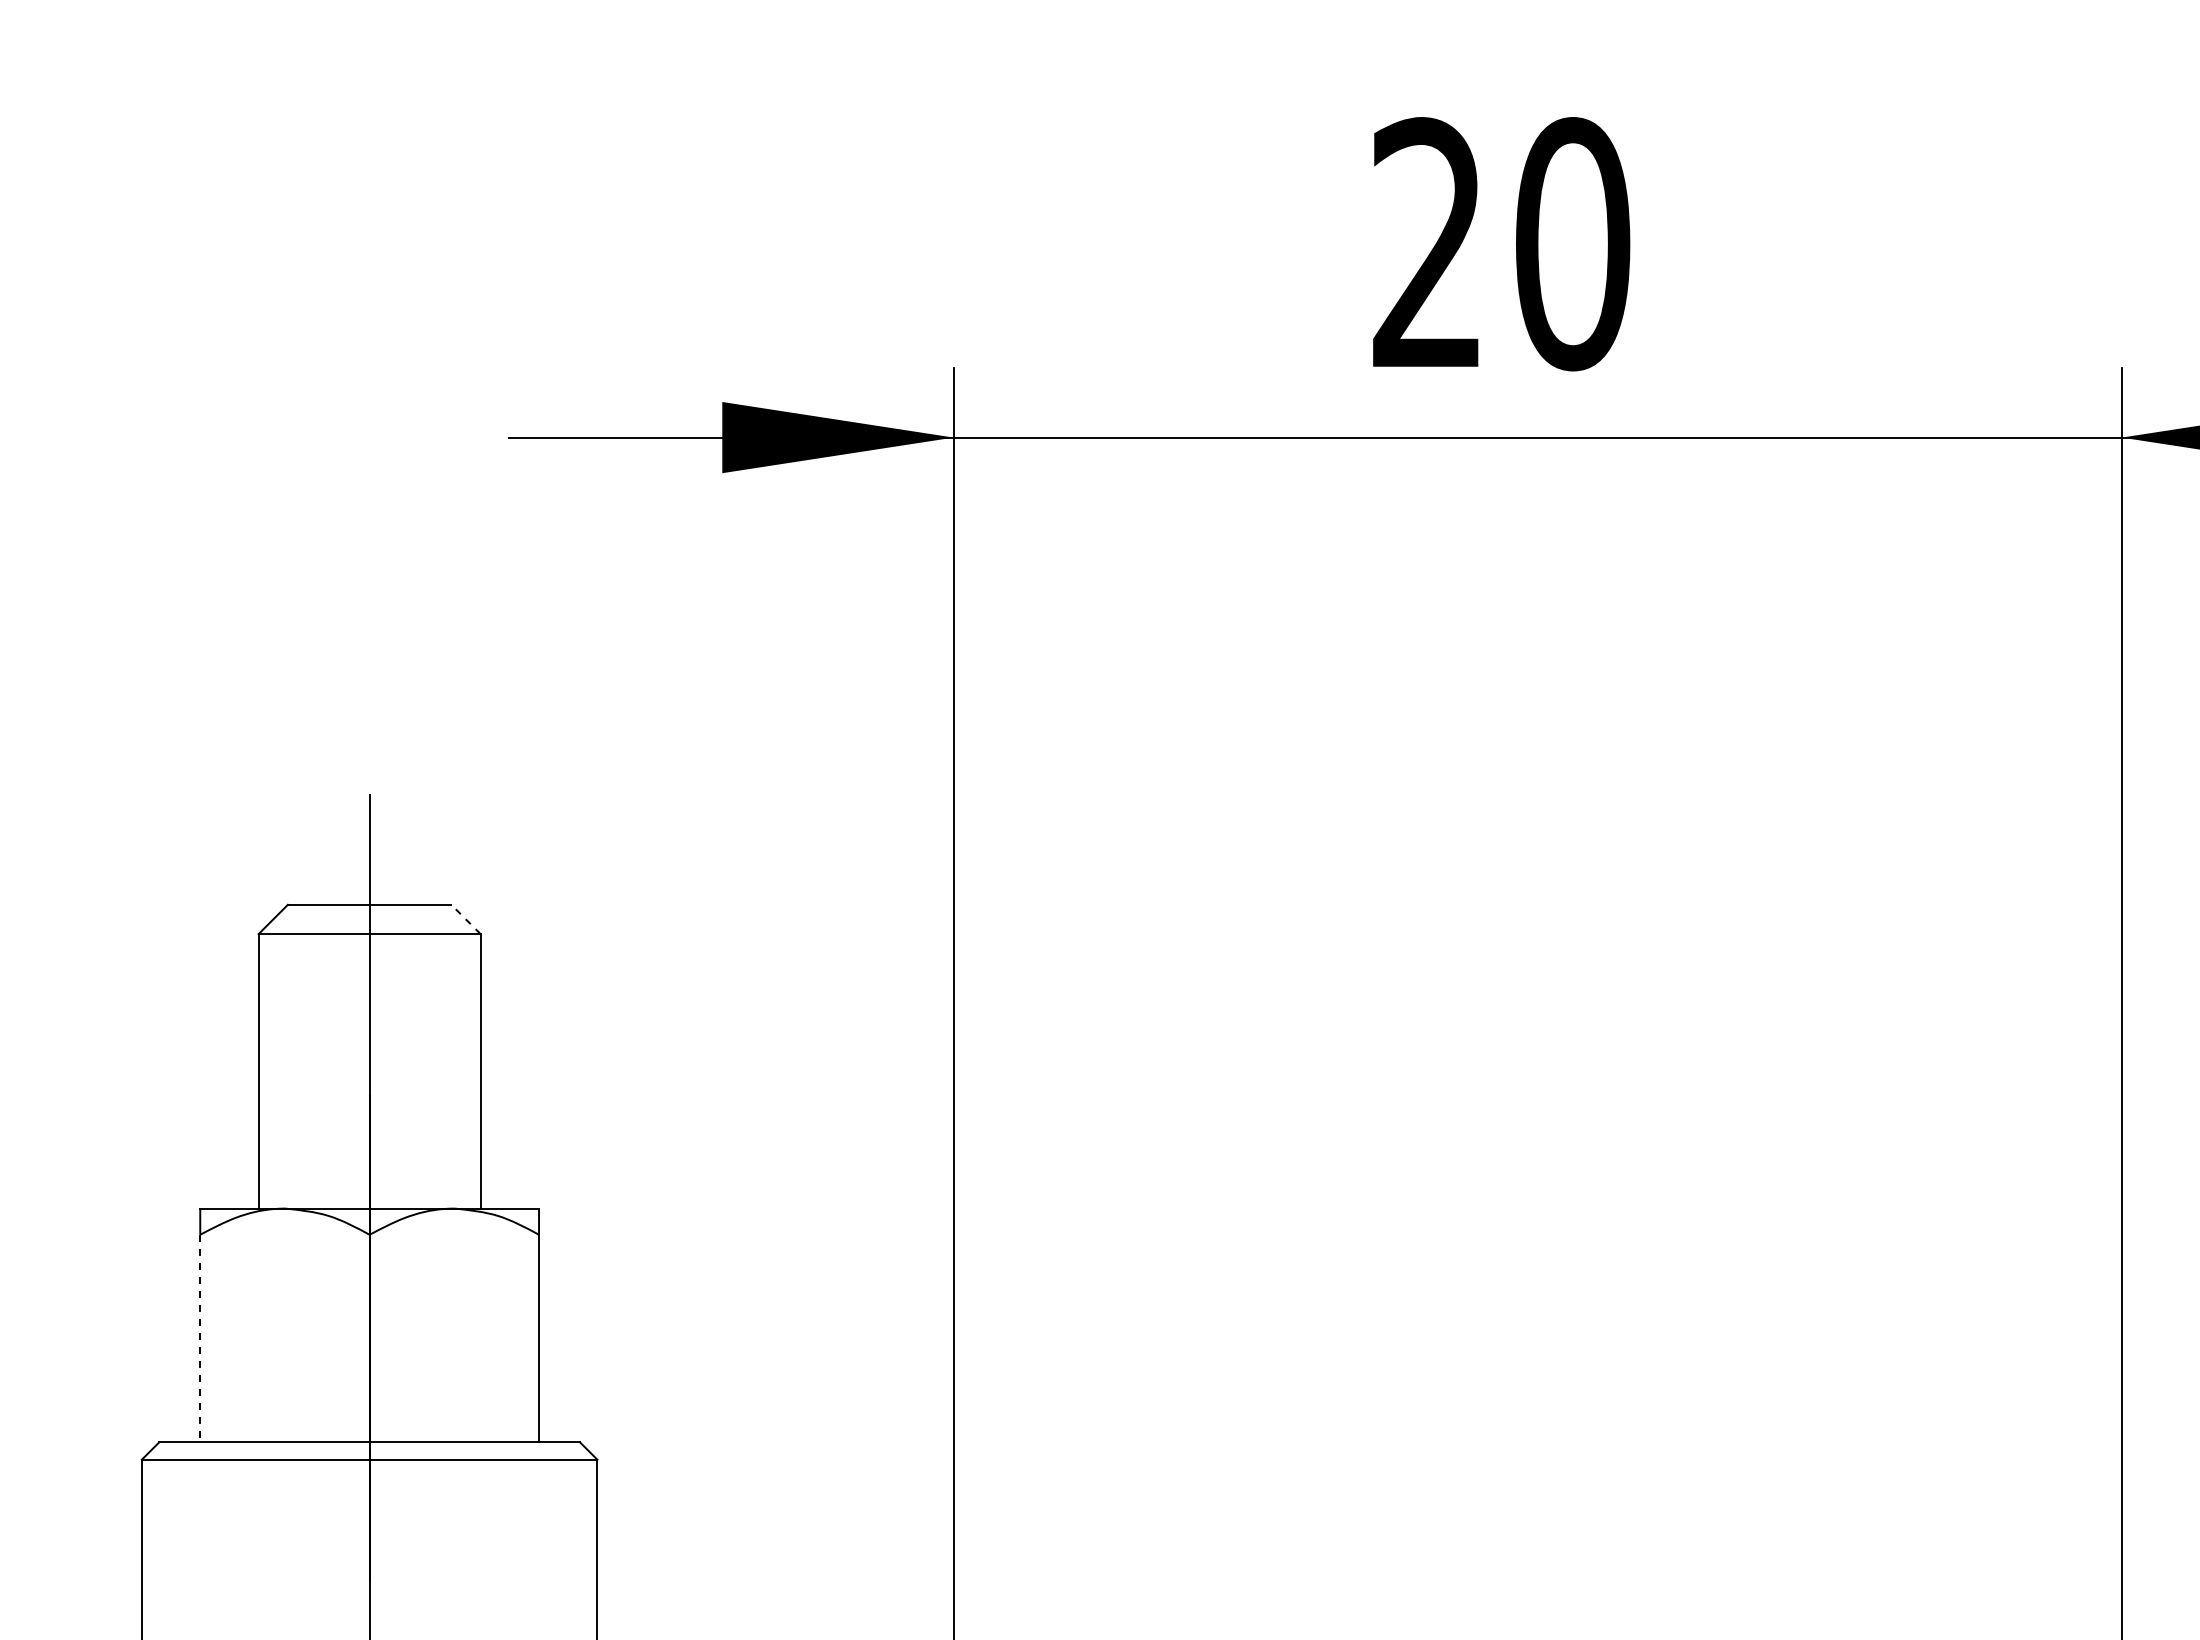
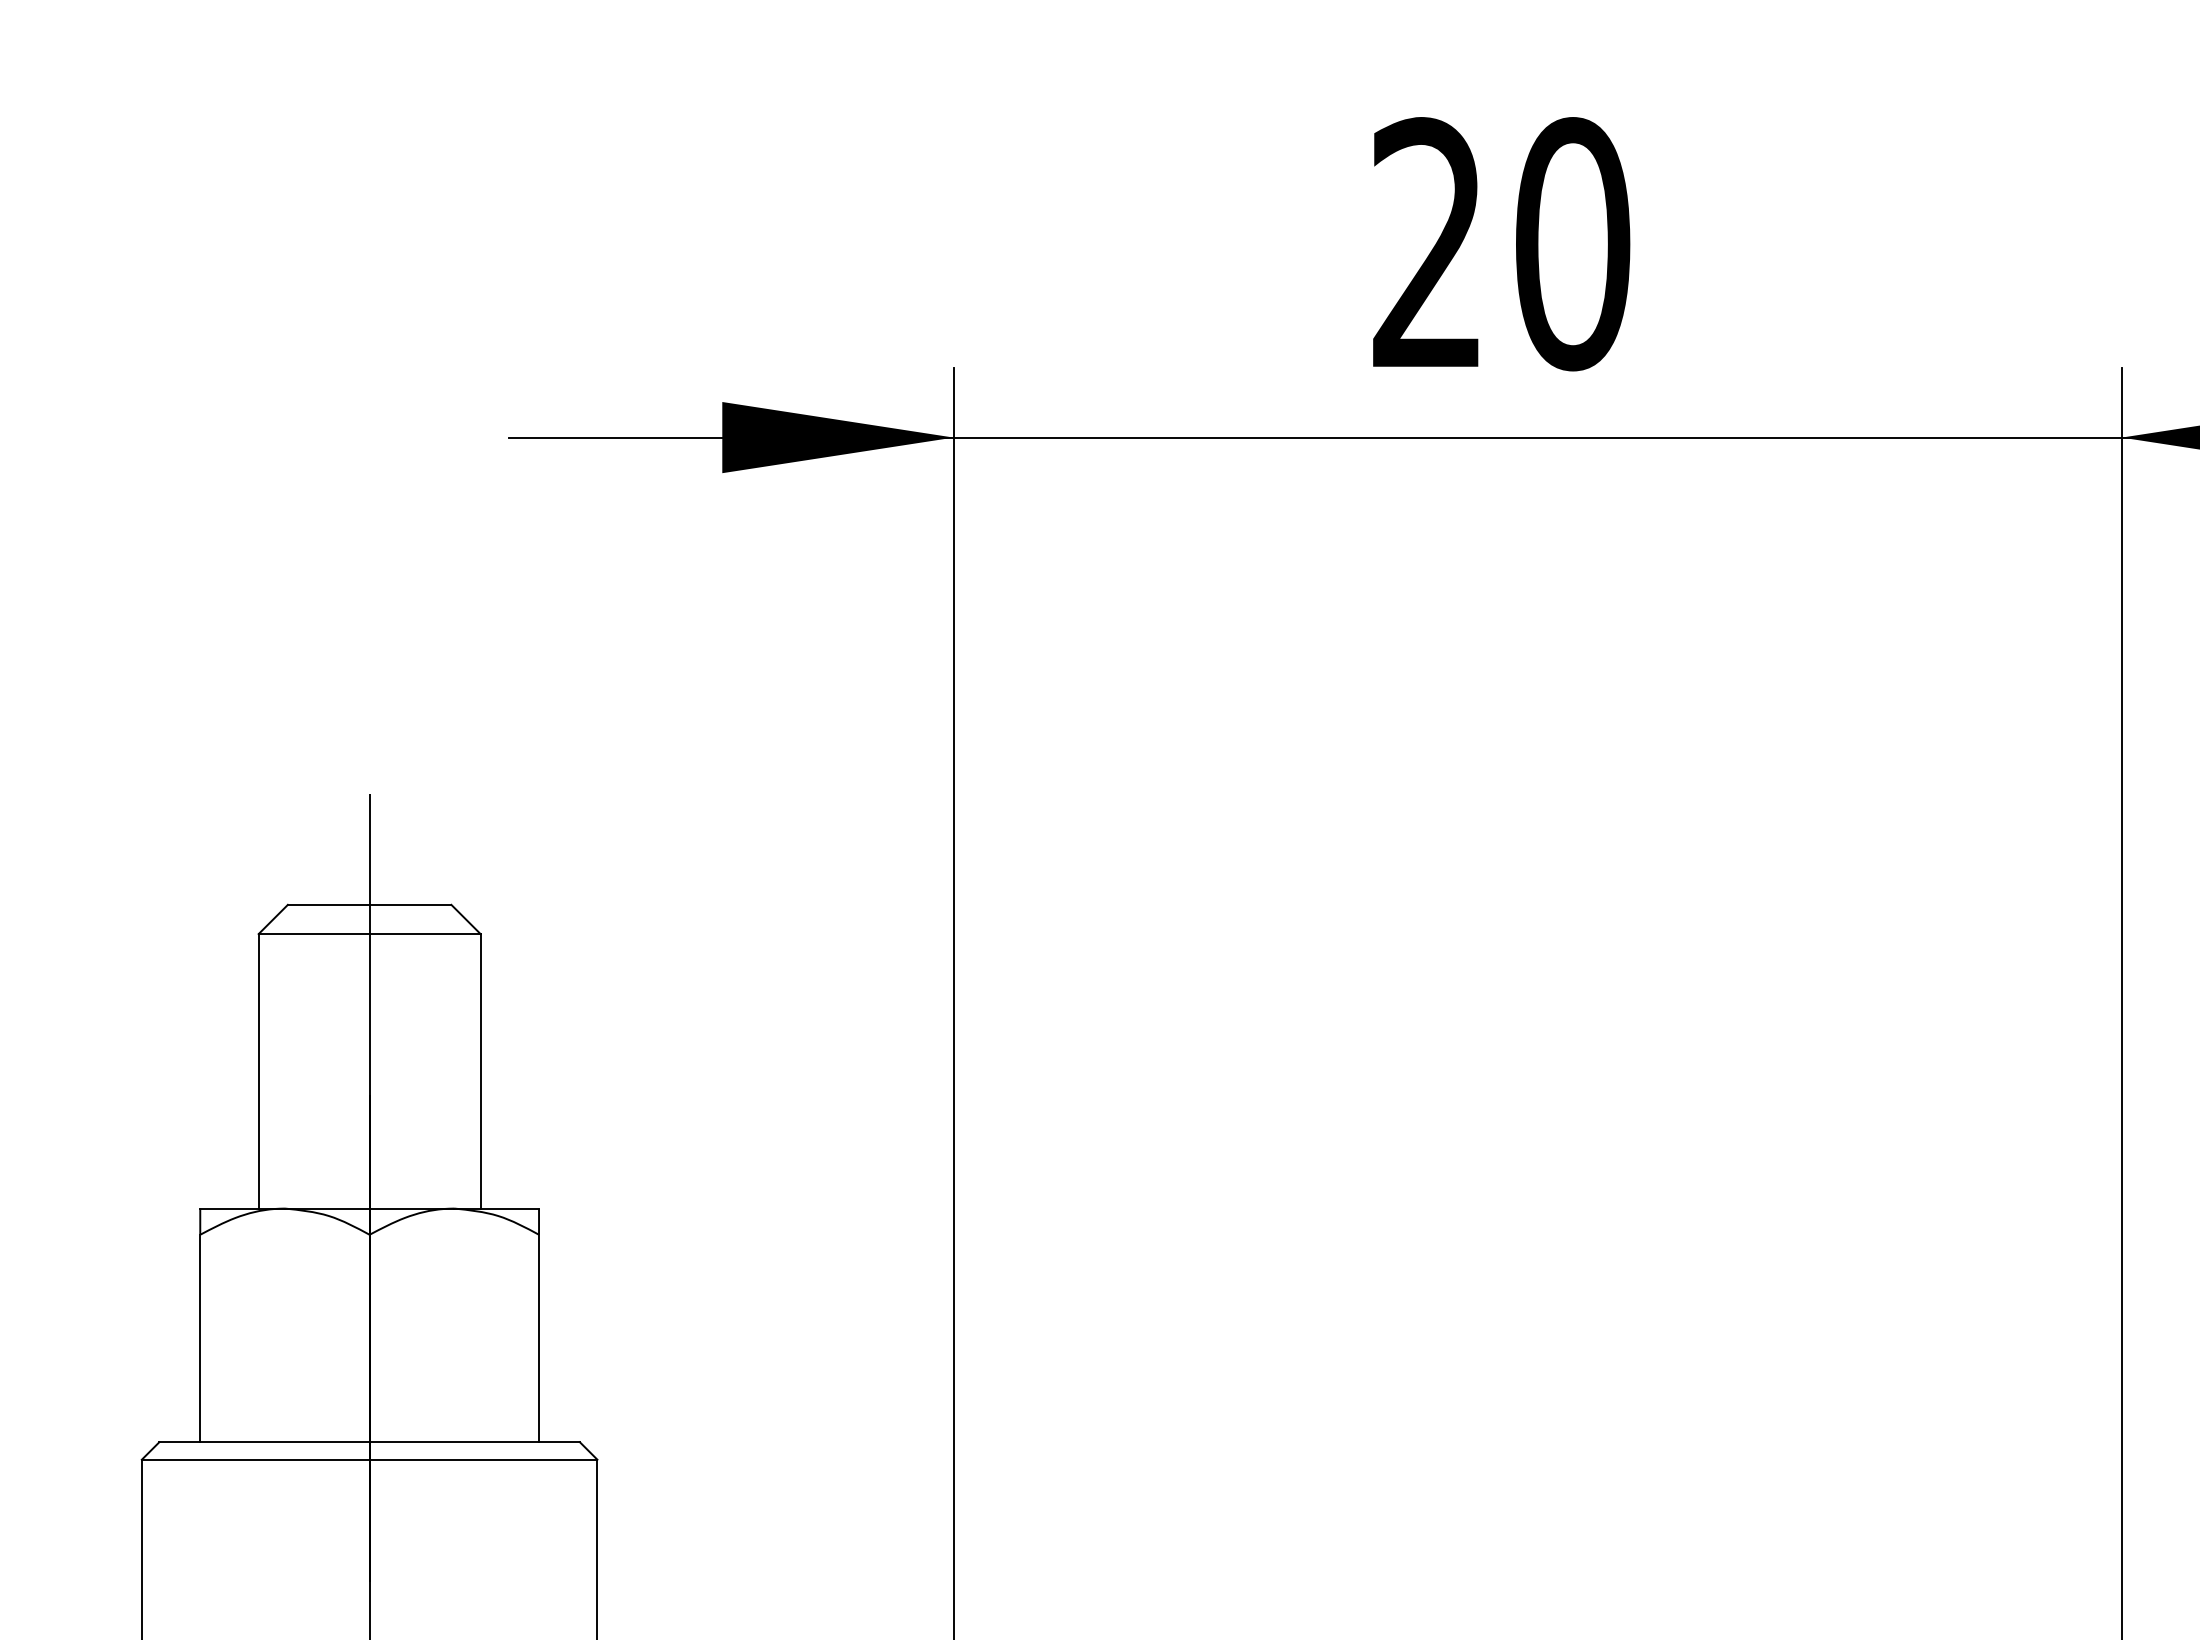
line at (466, 919): dashed -> solid
line at (200, 1338): dashed -> solid
